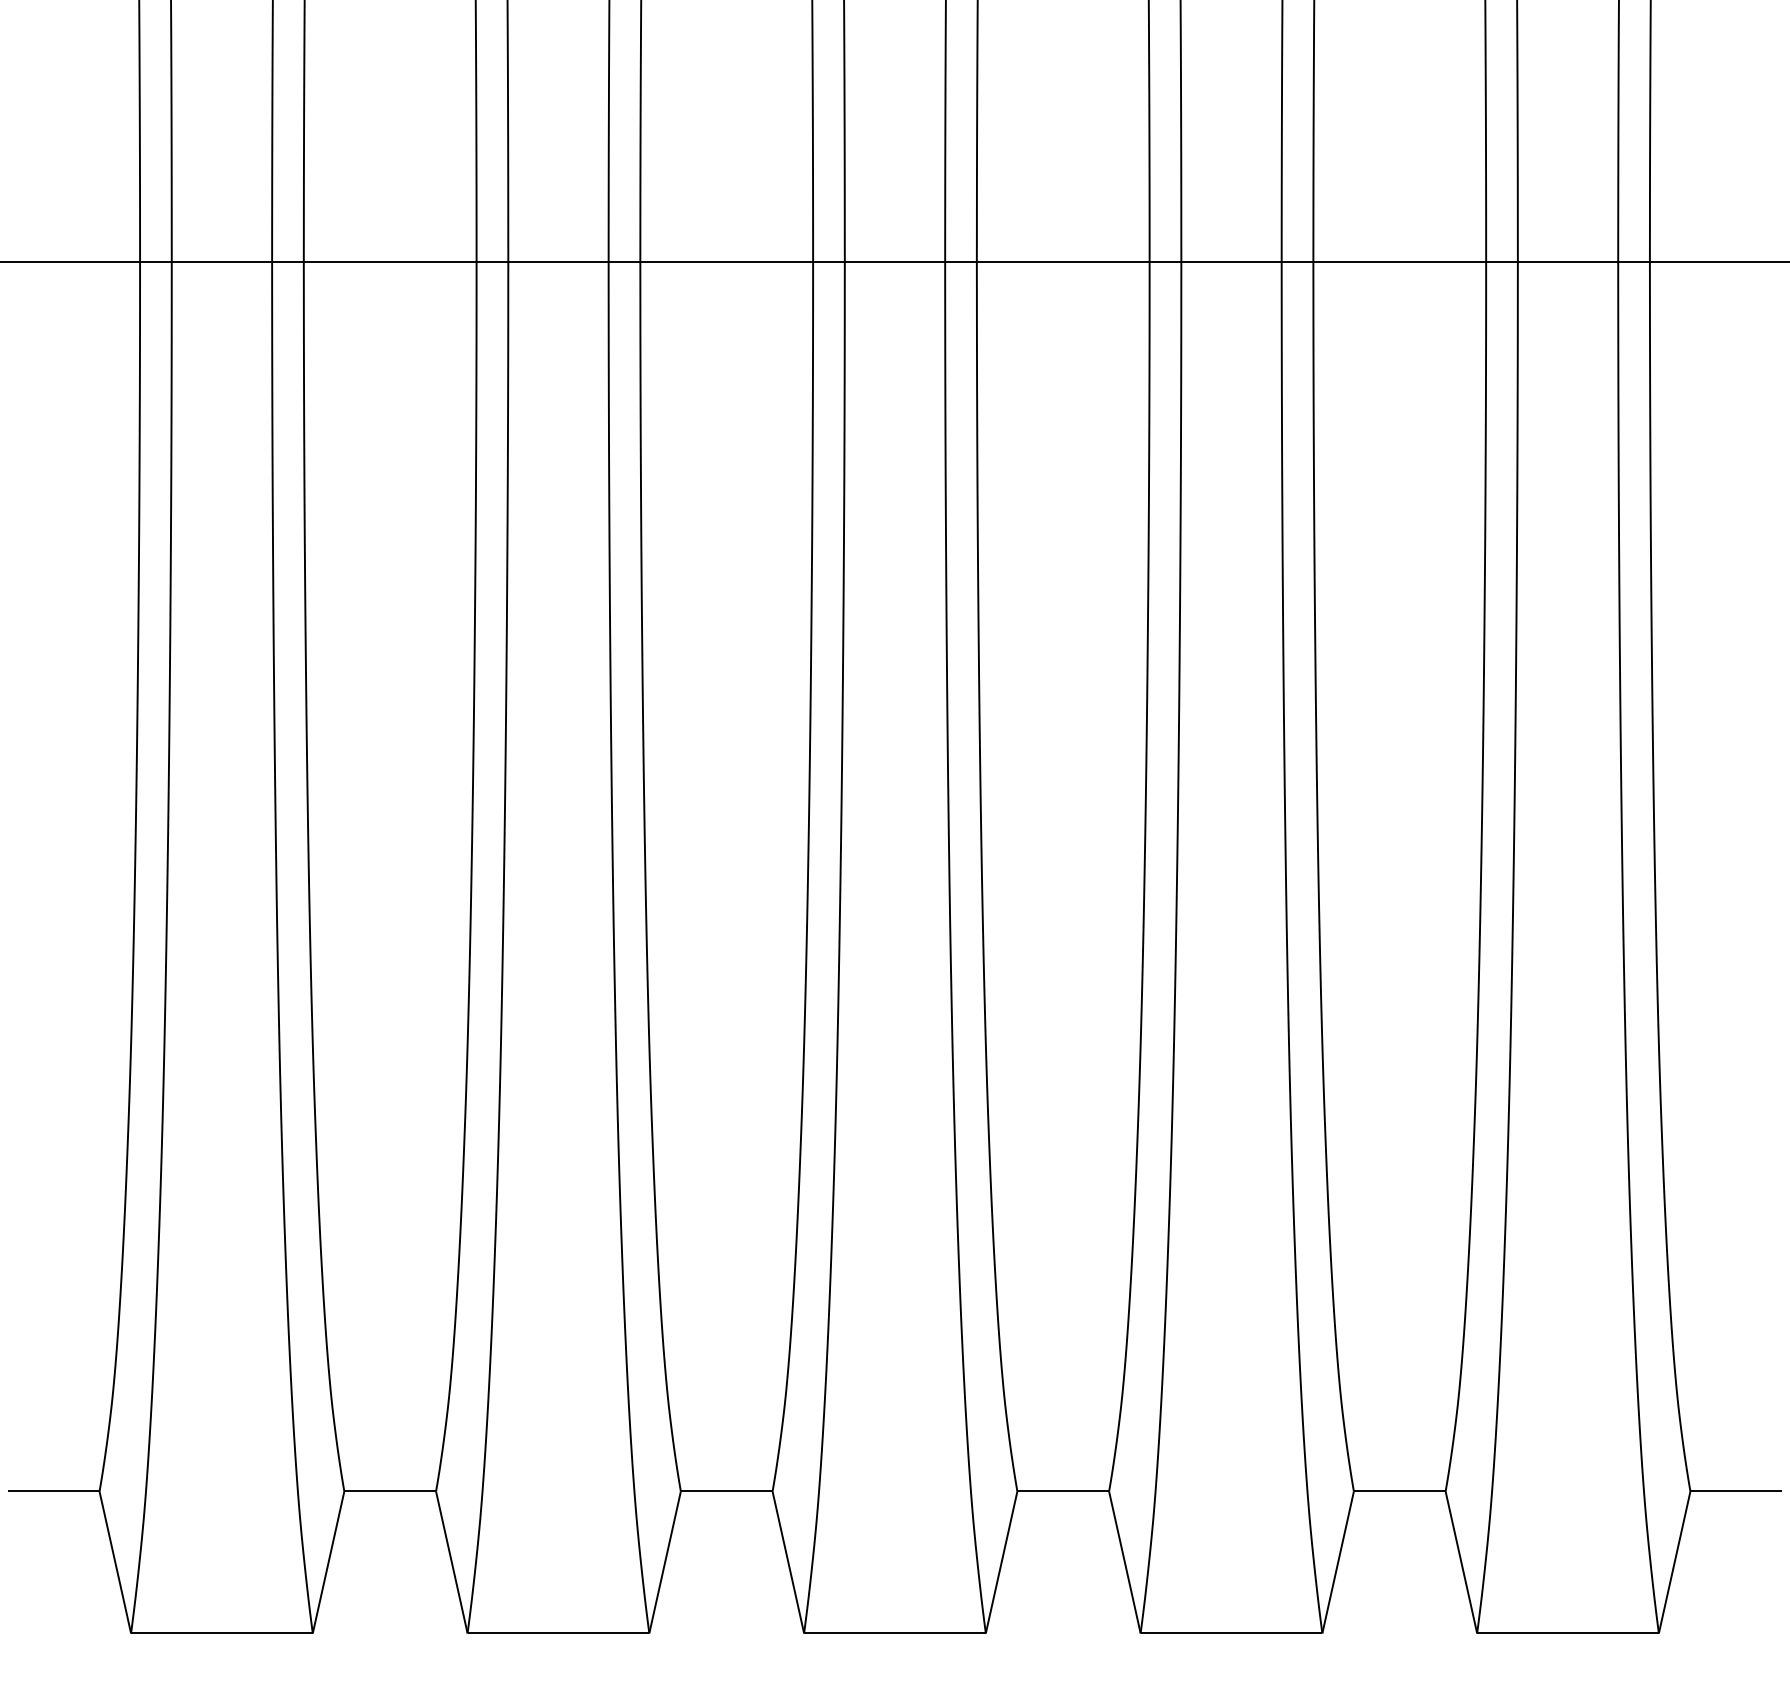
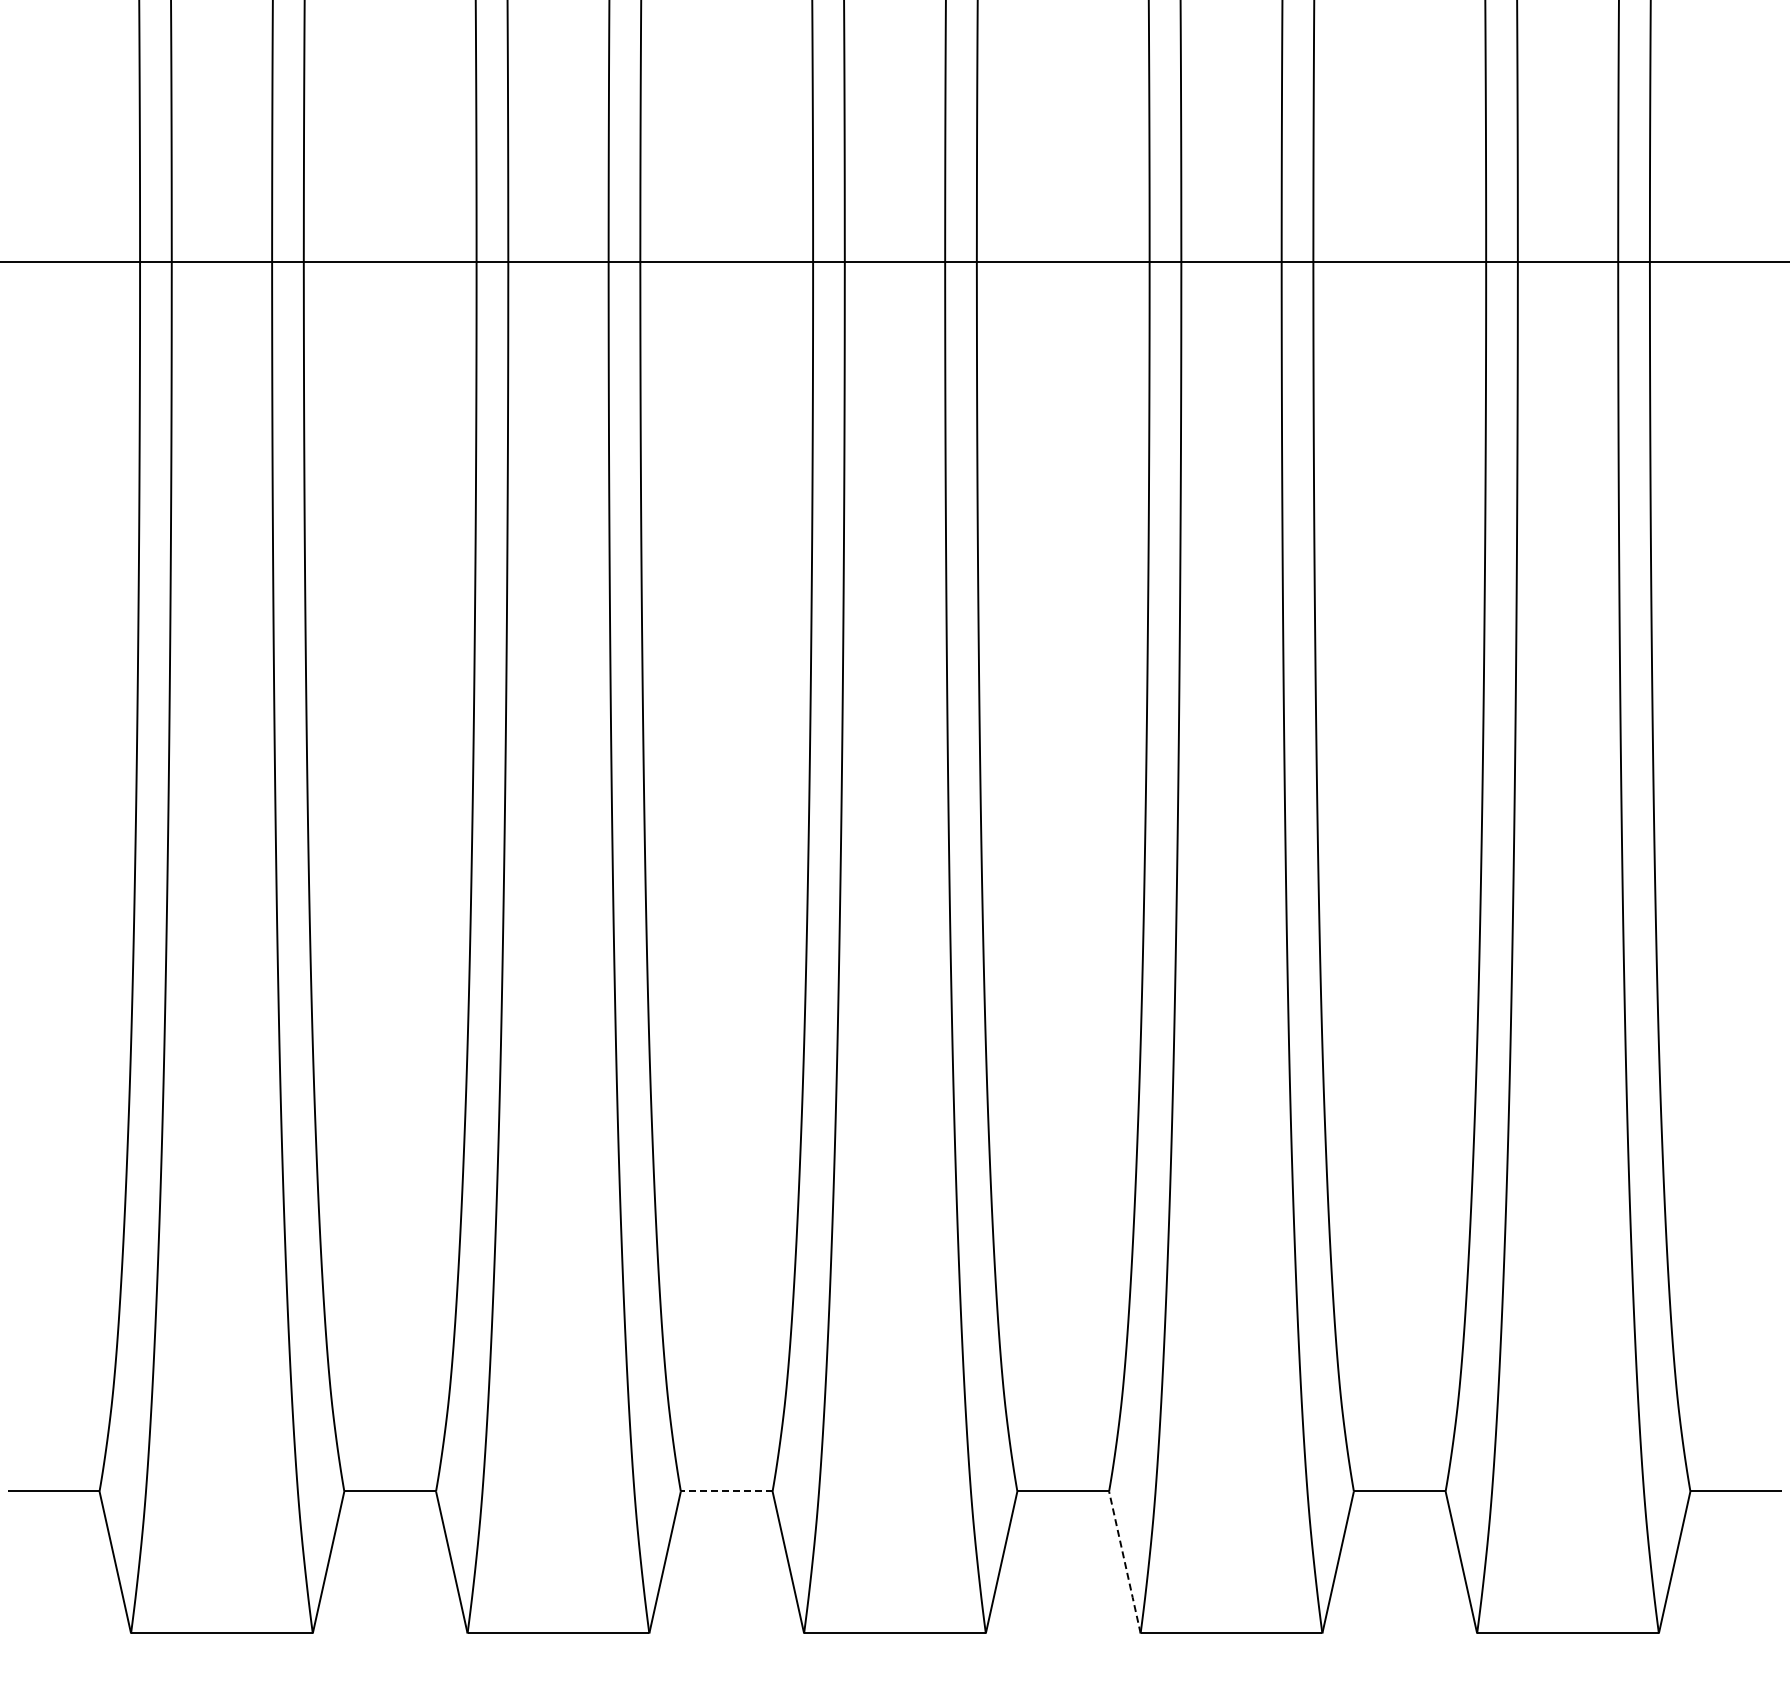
line at (726, 1491): solid -> dashed
line at (1124, 1562): solid -> dashed
